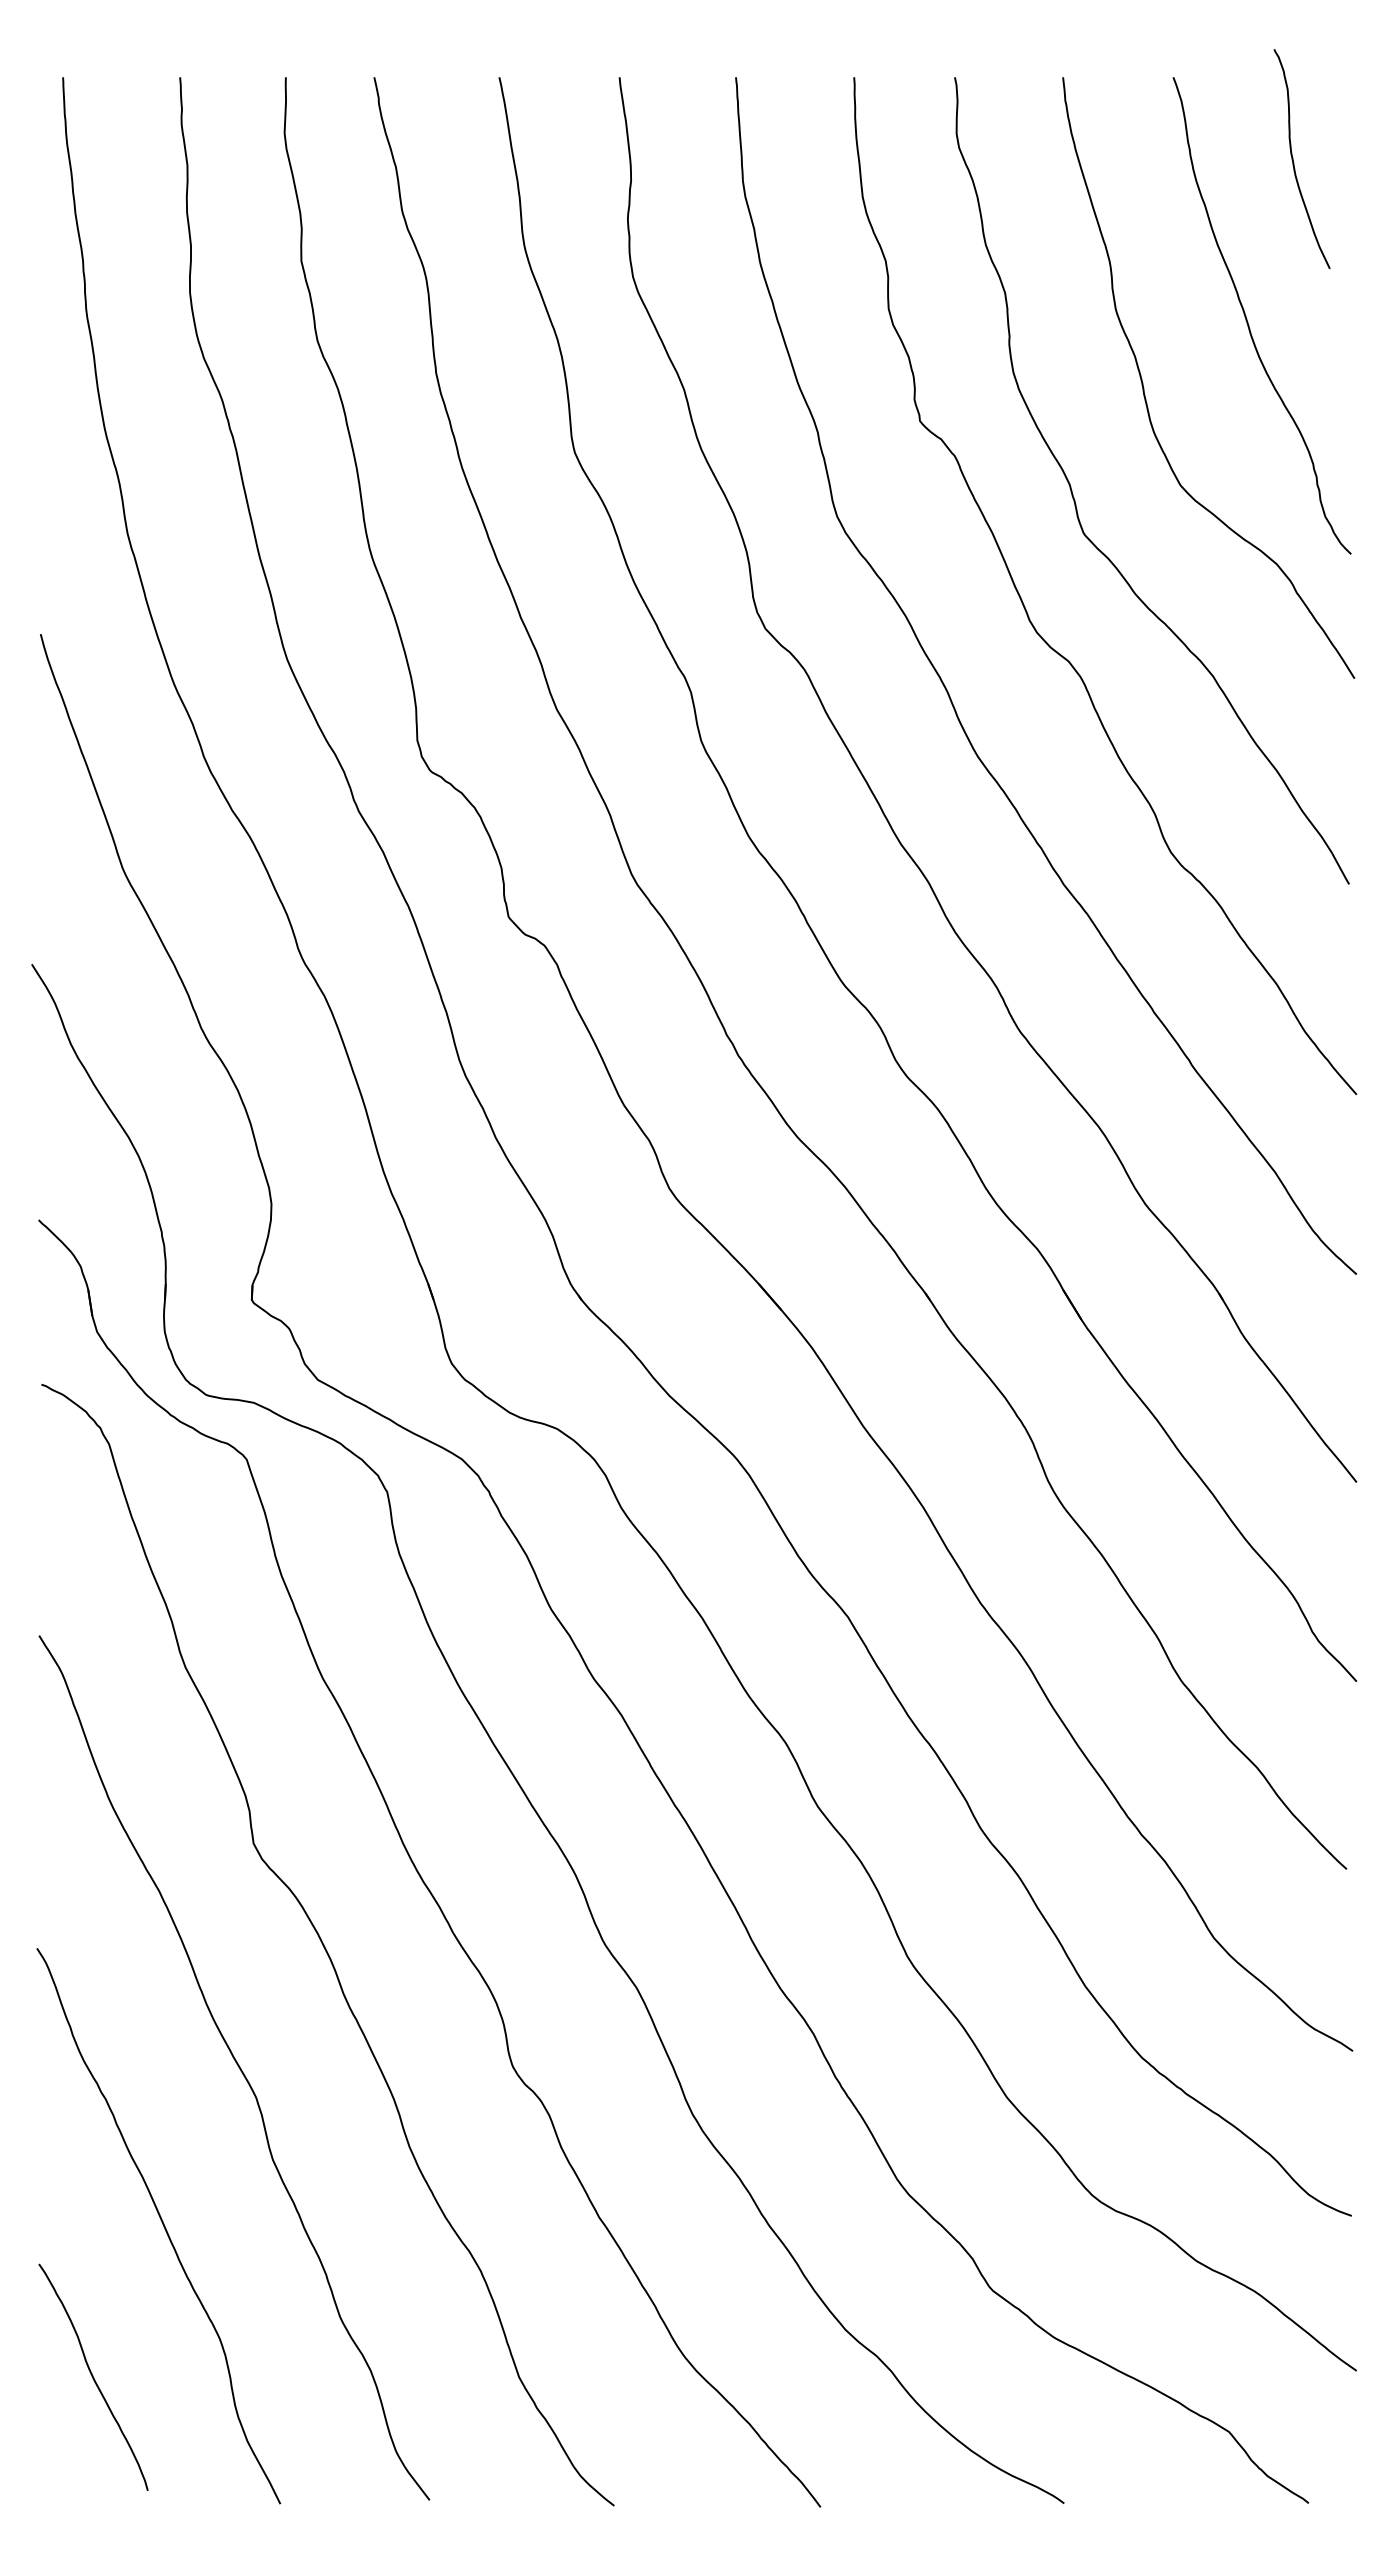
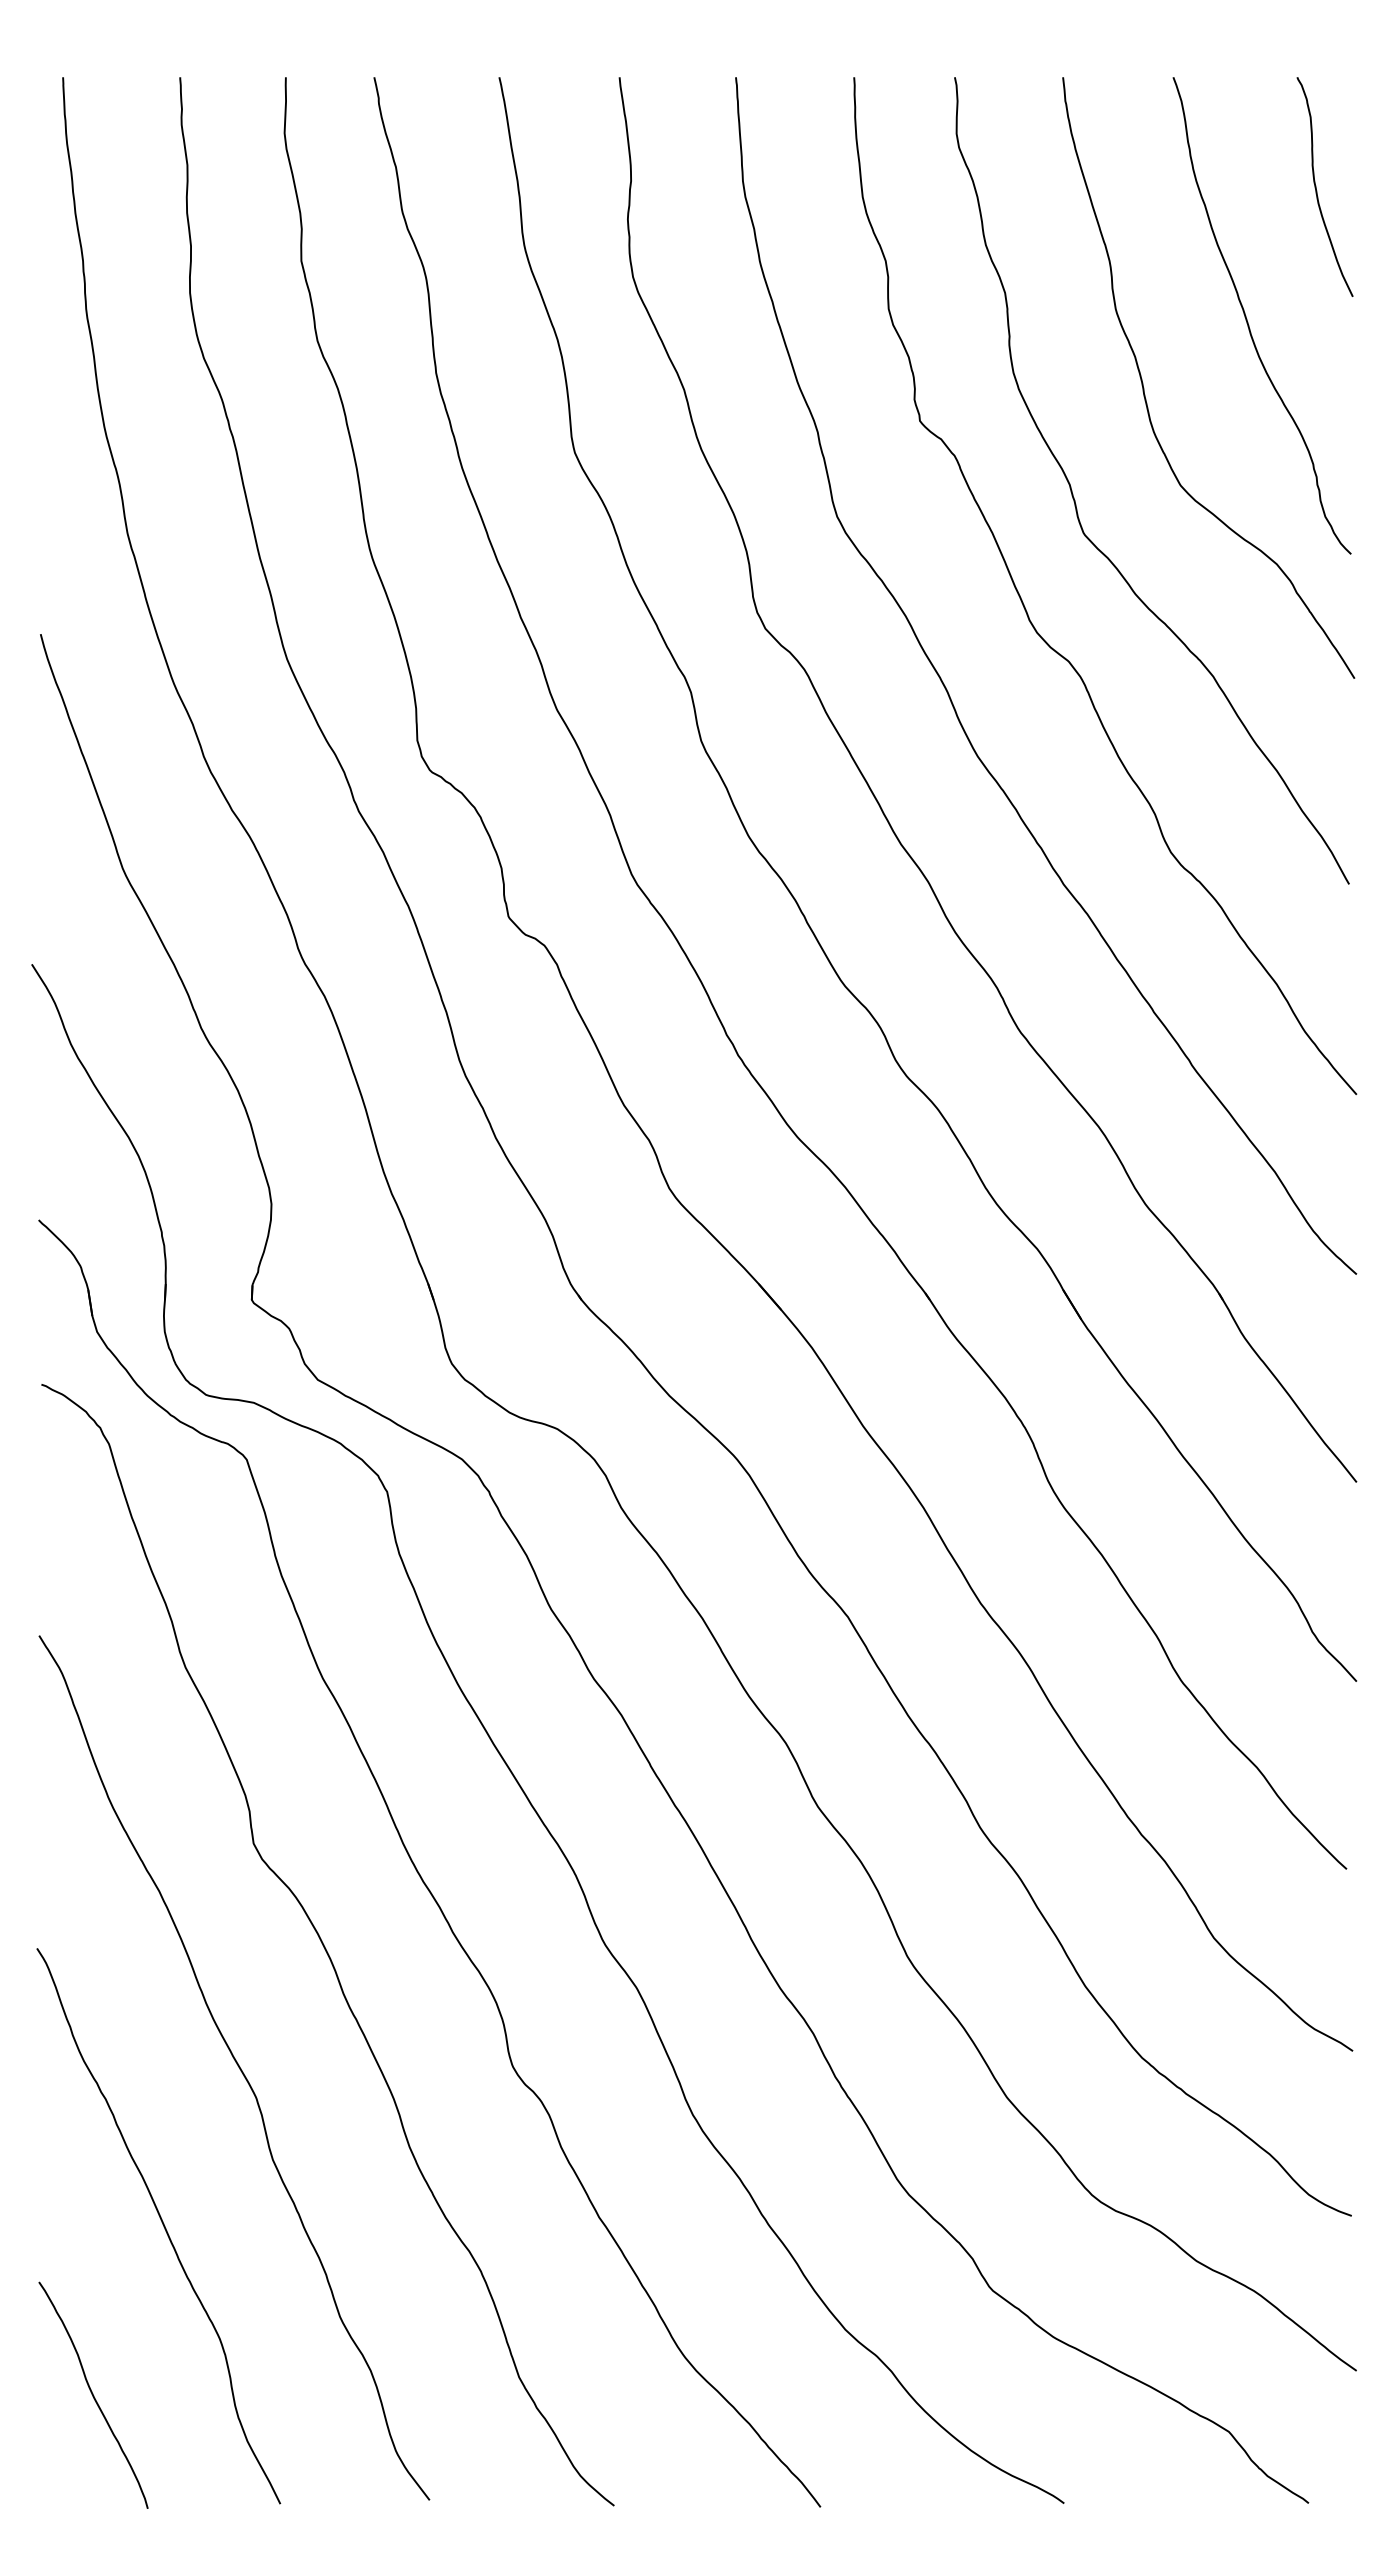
curve at (1293, 158) position: (1293, 158) -> (1316, 186)
curve at (93, 2376) position: (93, 2376) -> (93, 2394)
